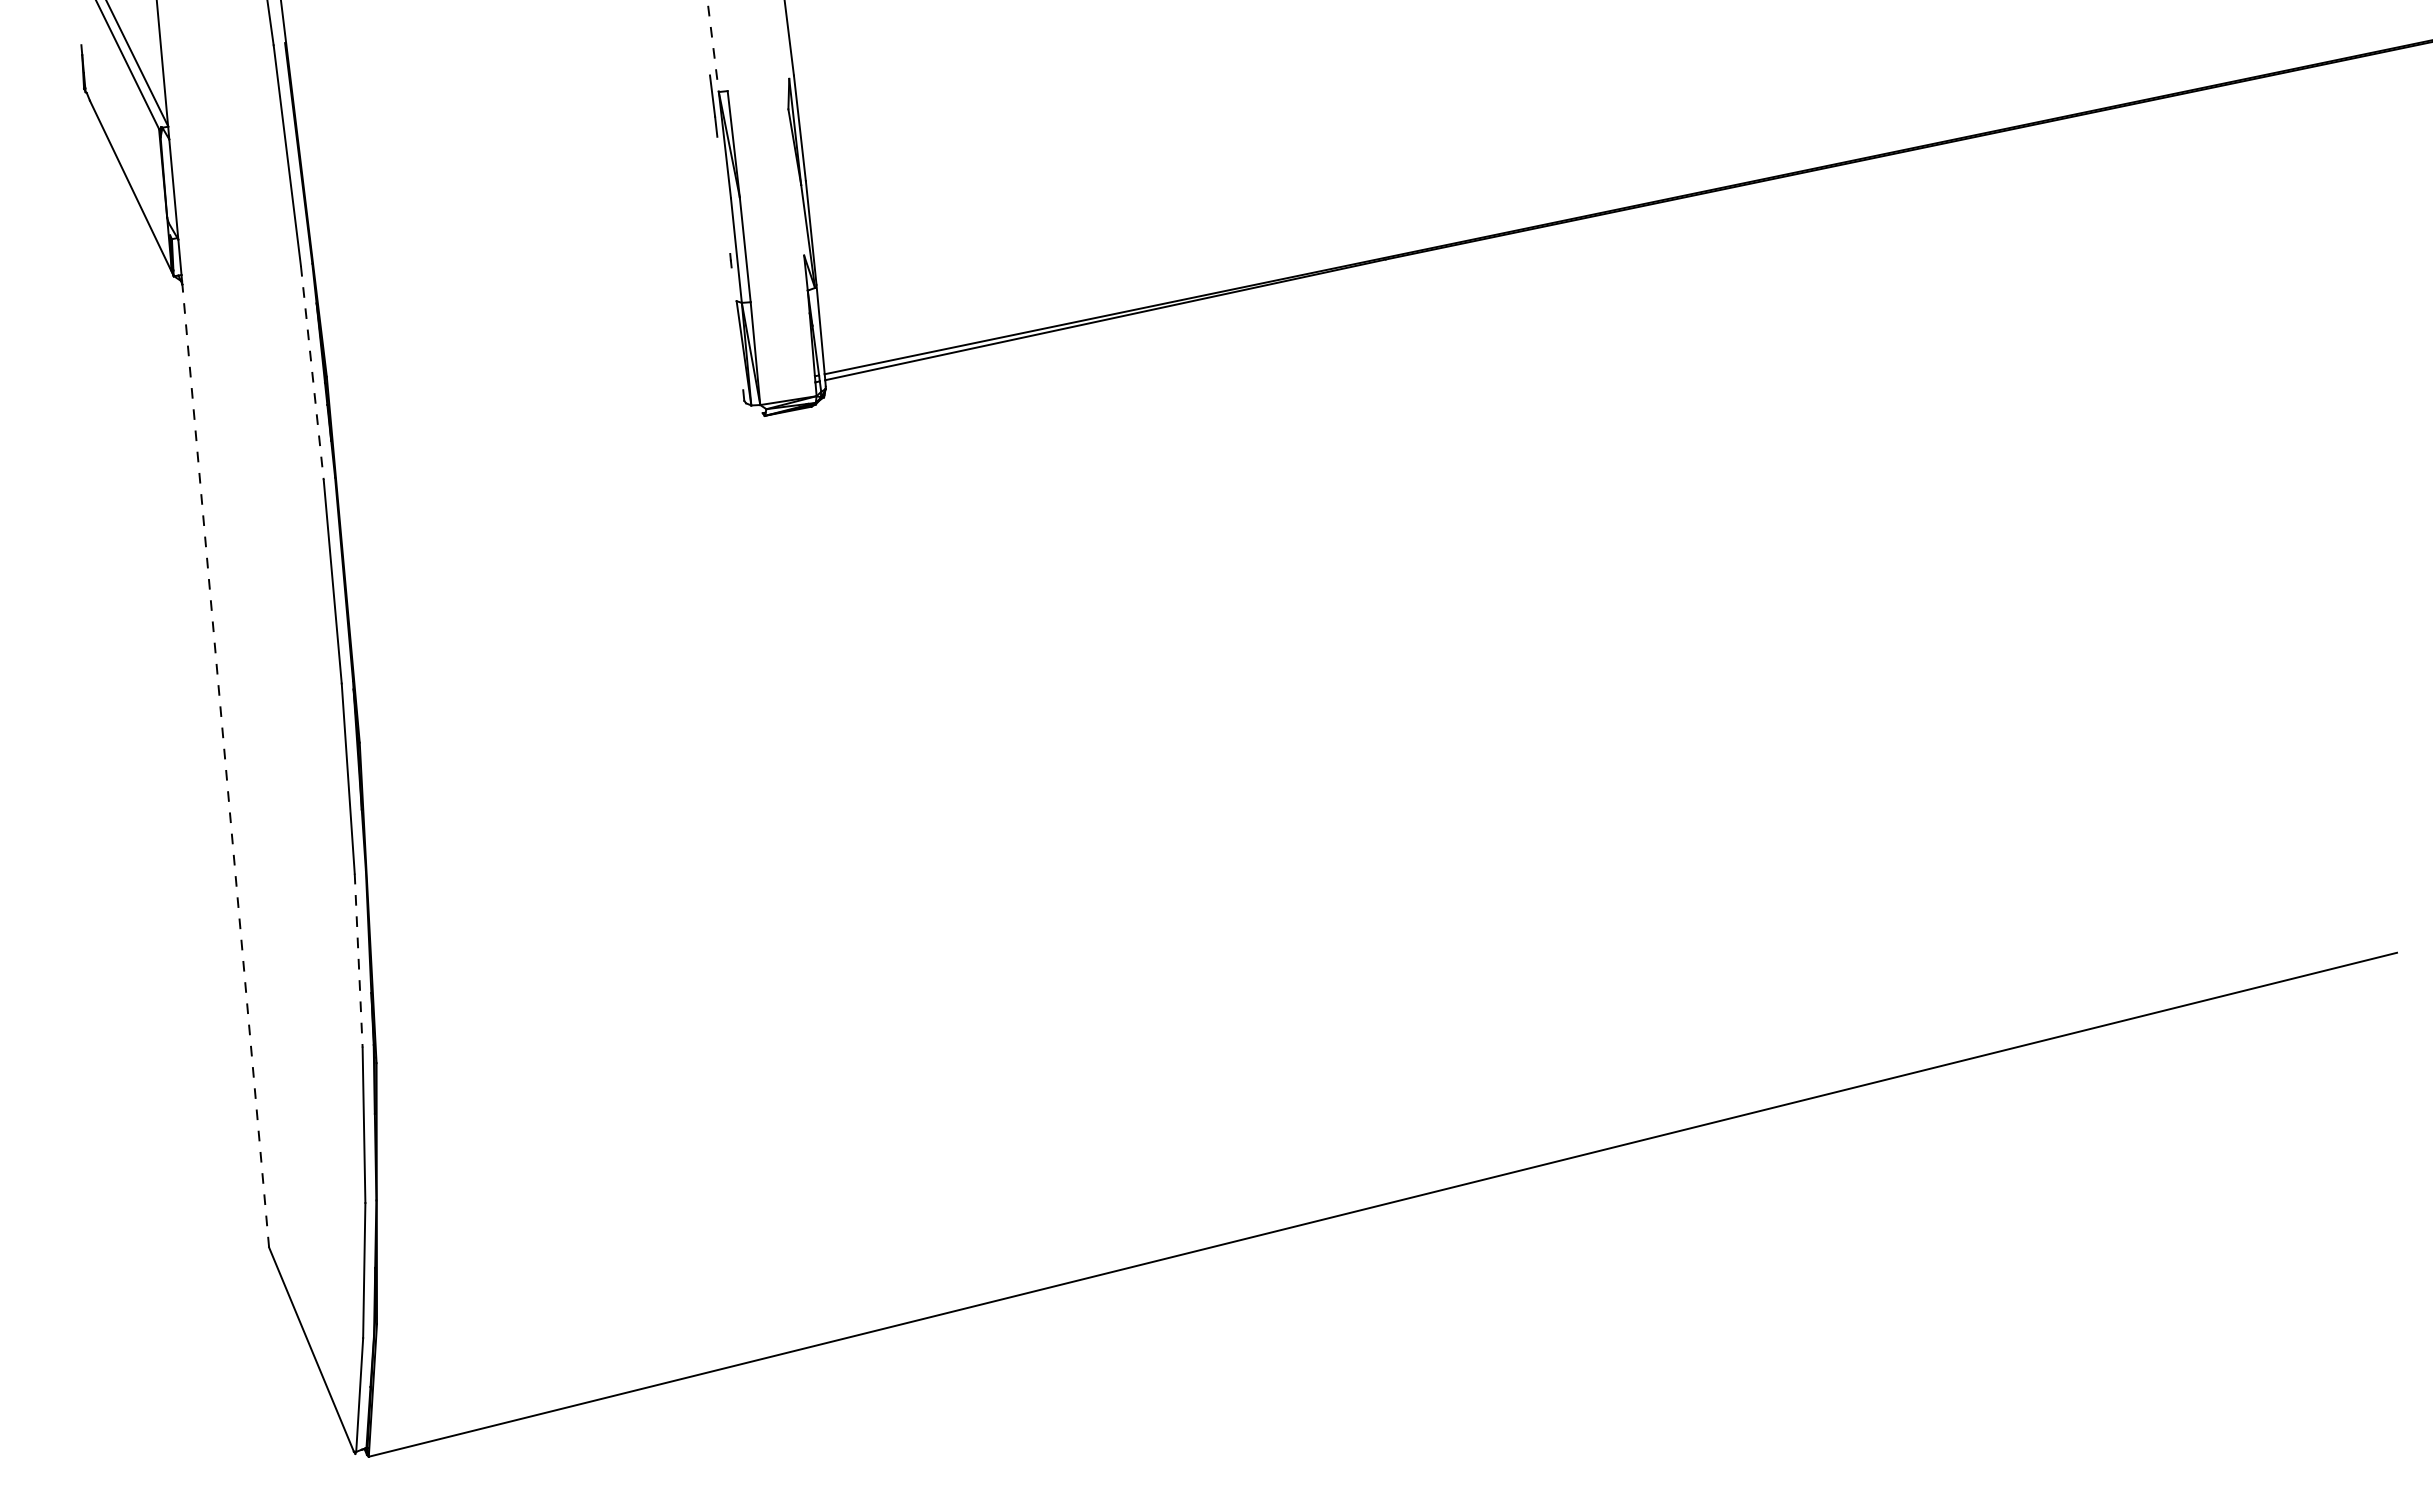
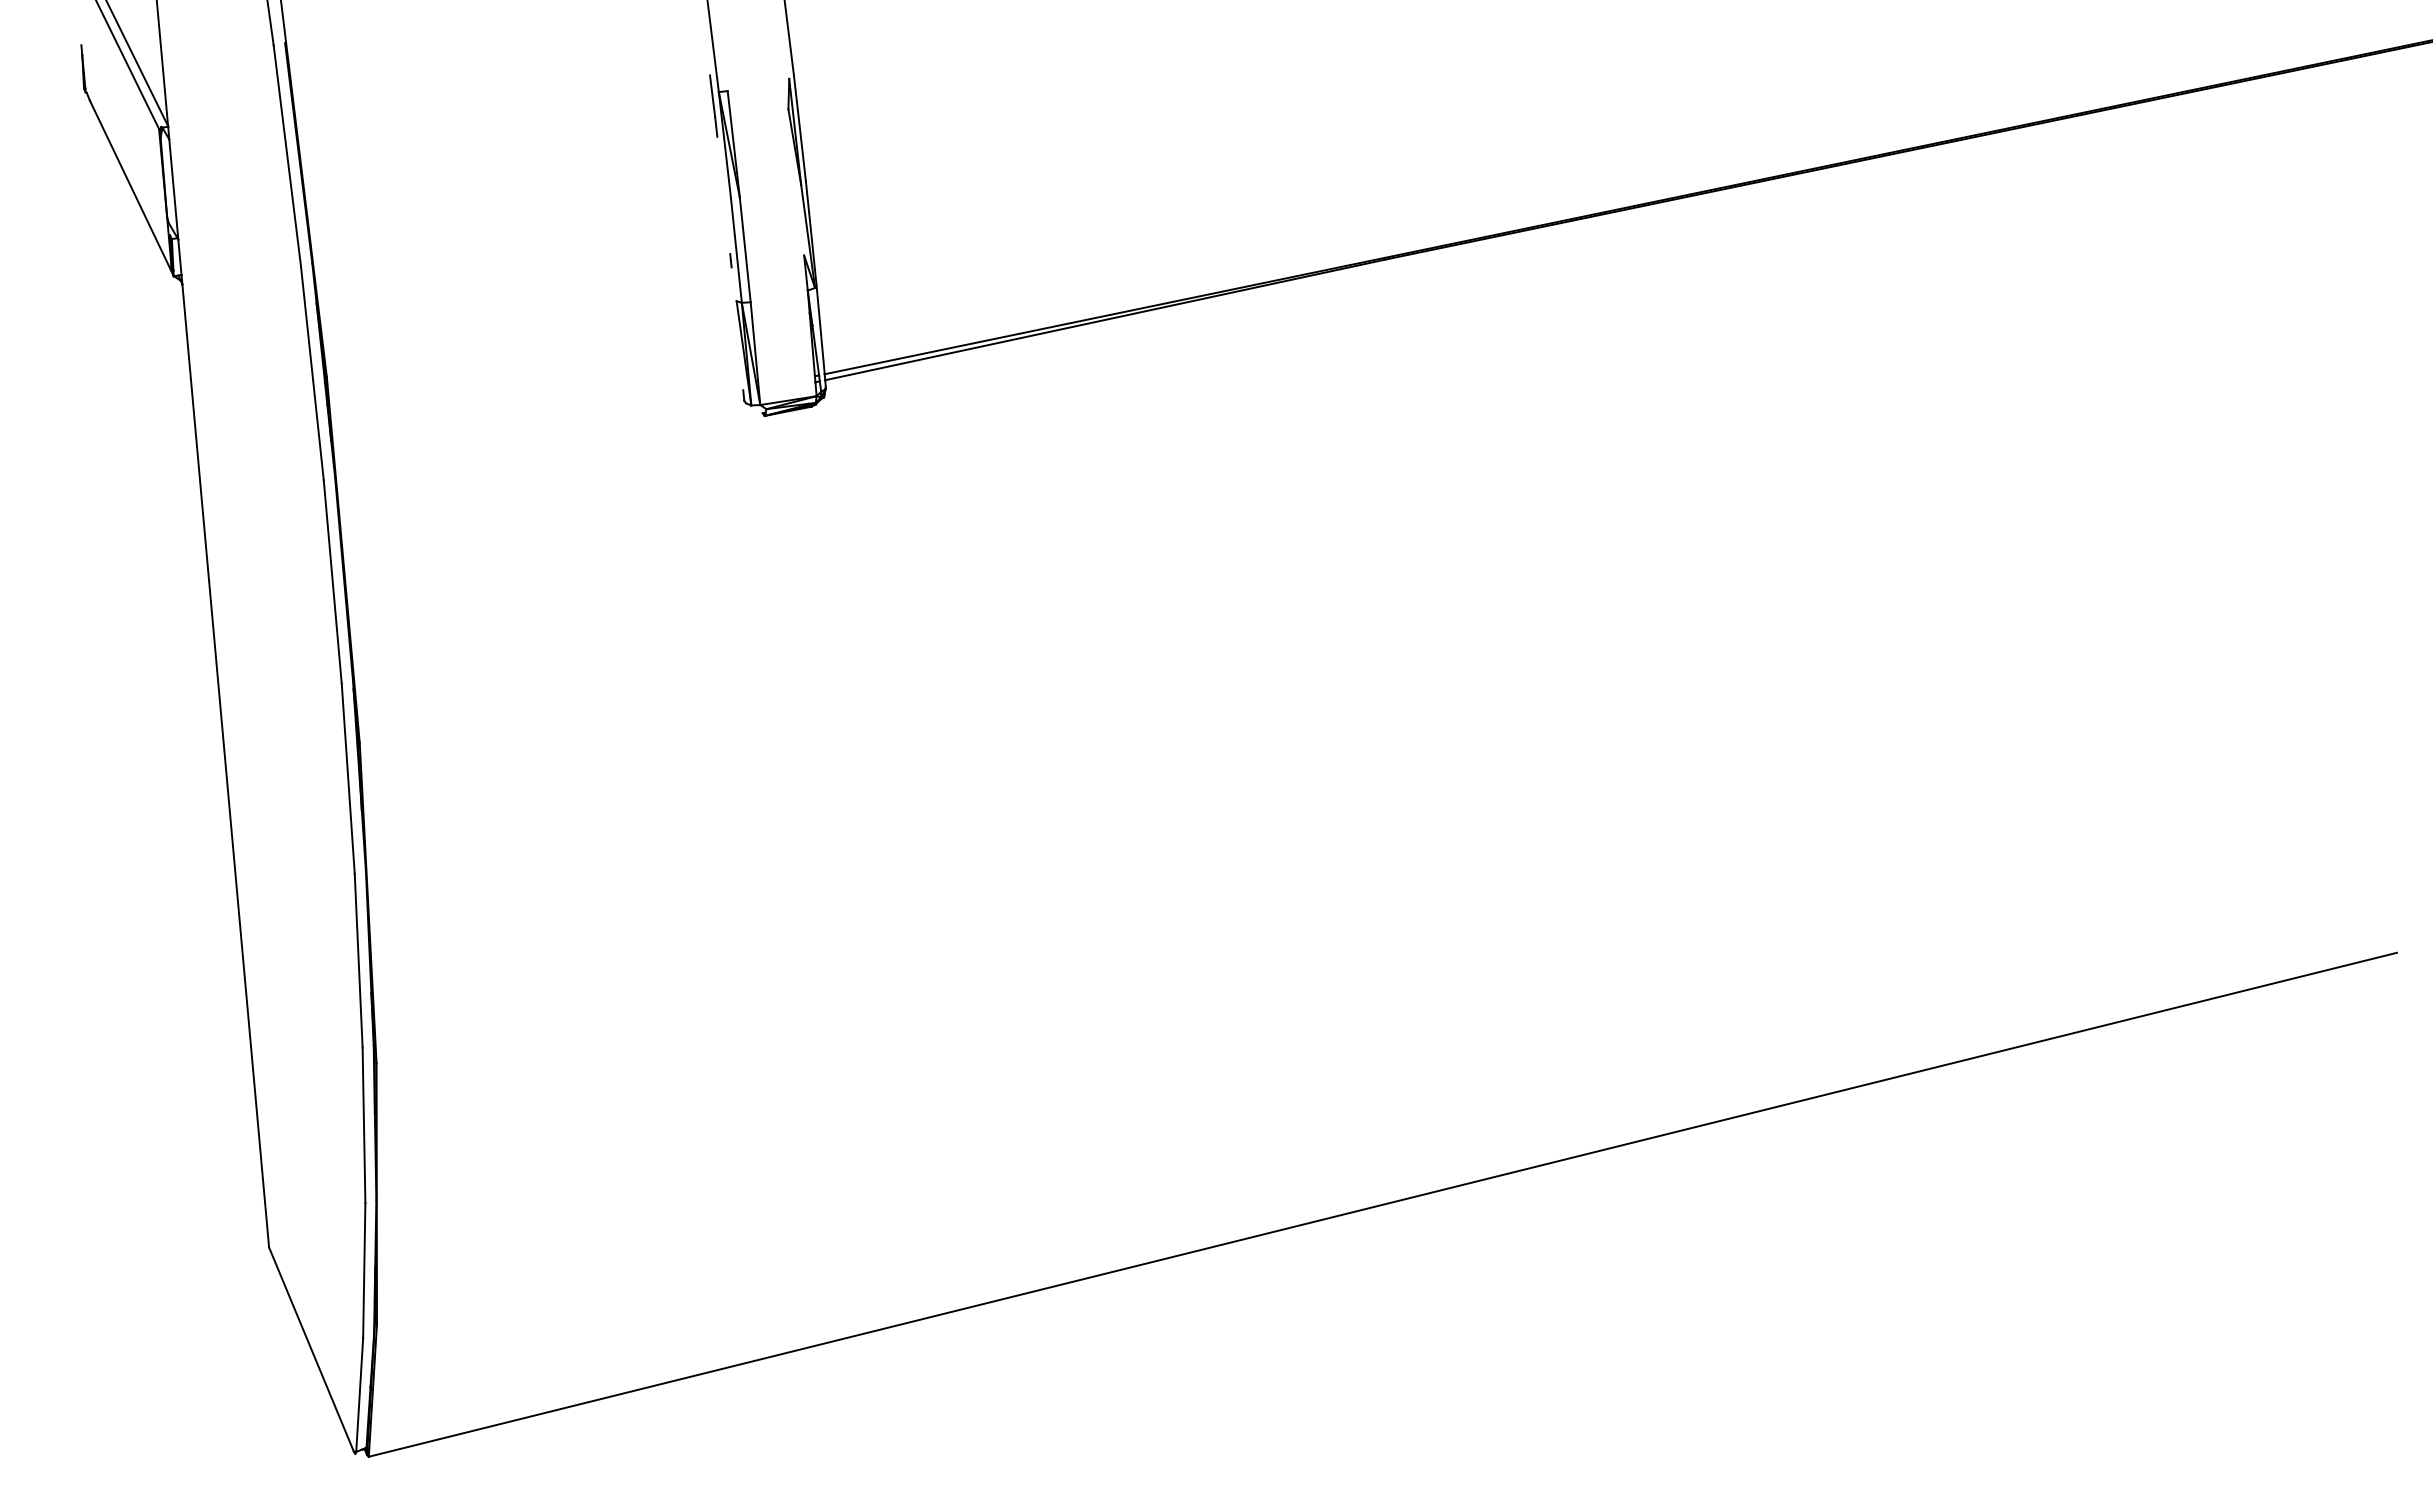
line at (713, 46): dashed -> solid
line at (312, 373): dashed -> solid
line at (225, 765): dashed -> solid
line at (358, 961): dashed -> solid
